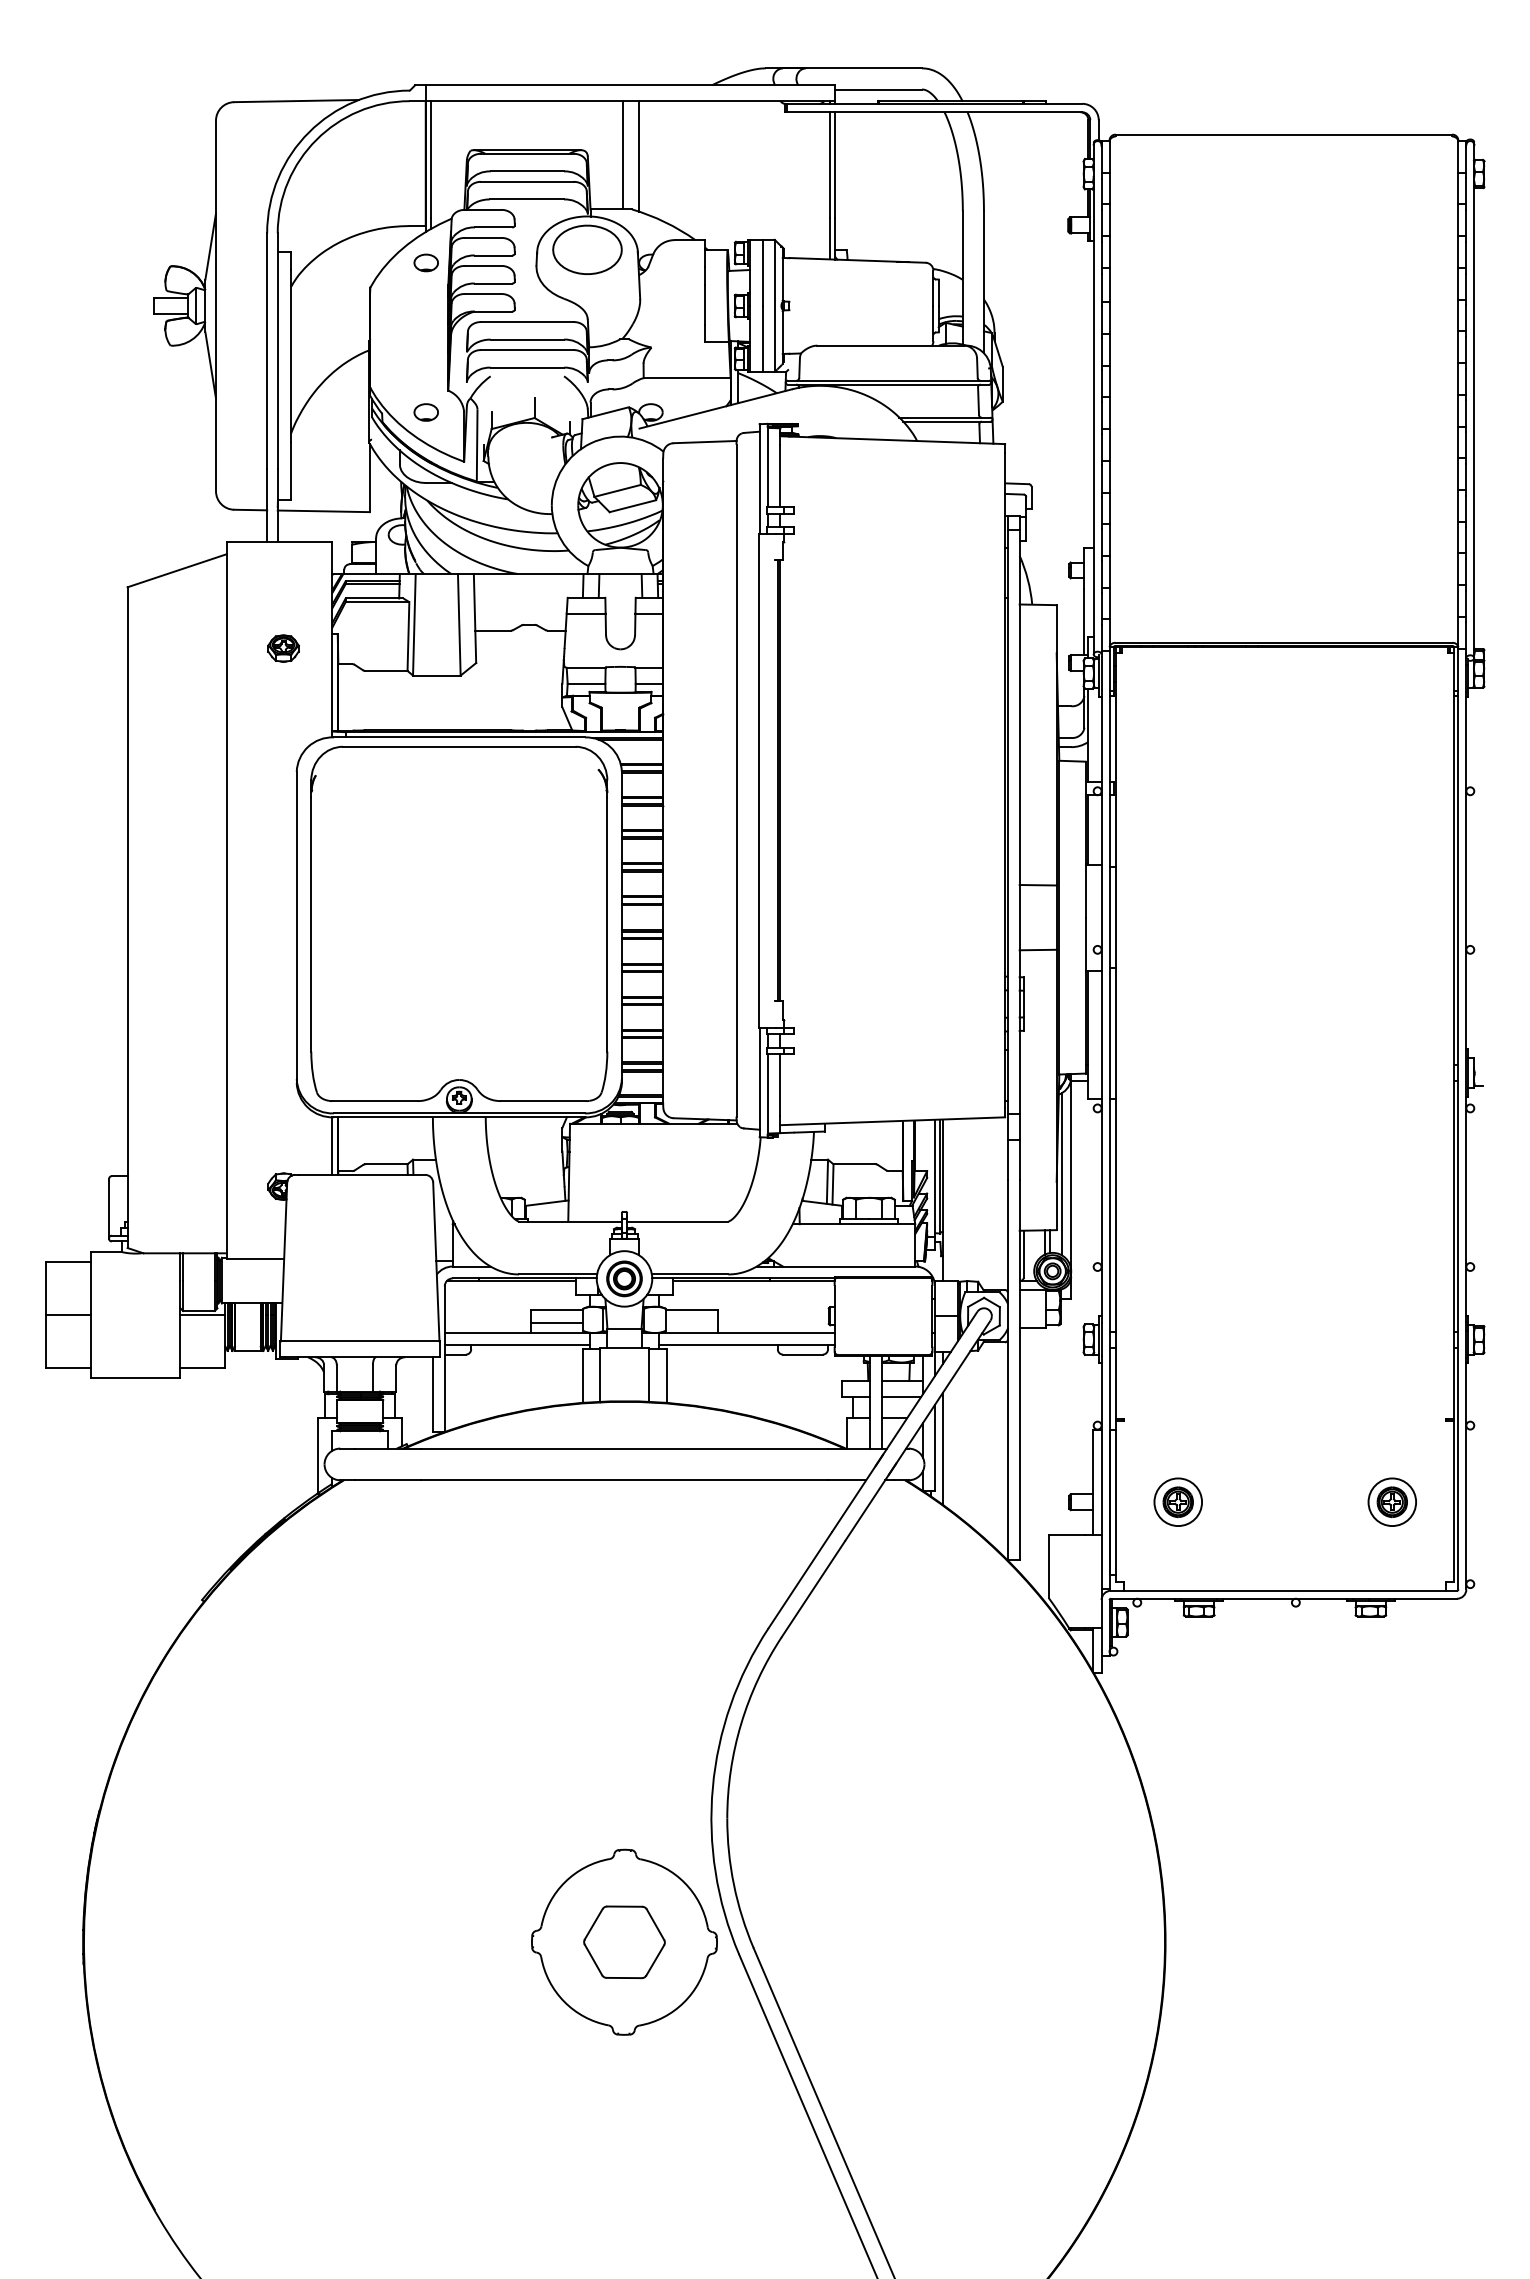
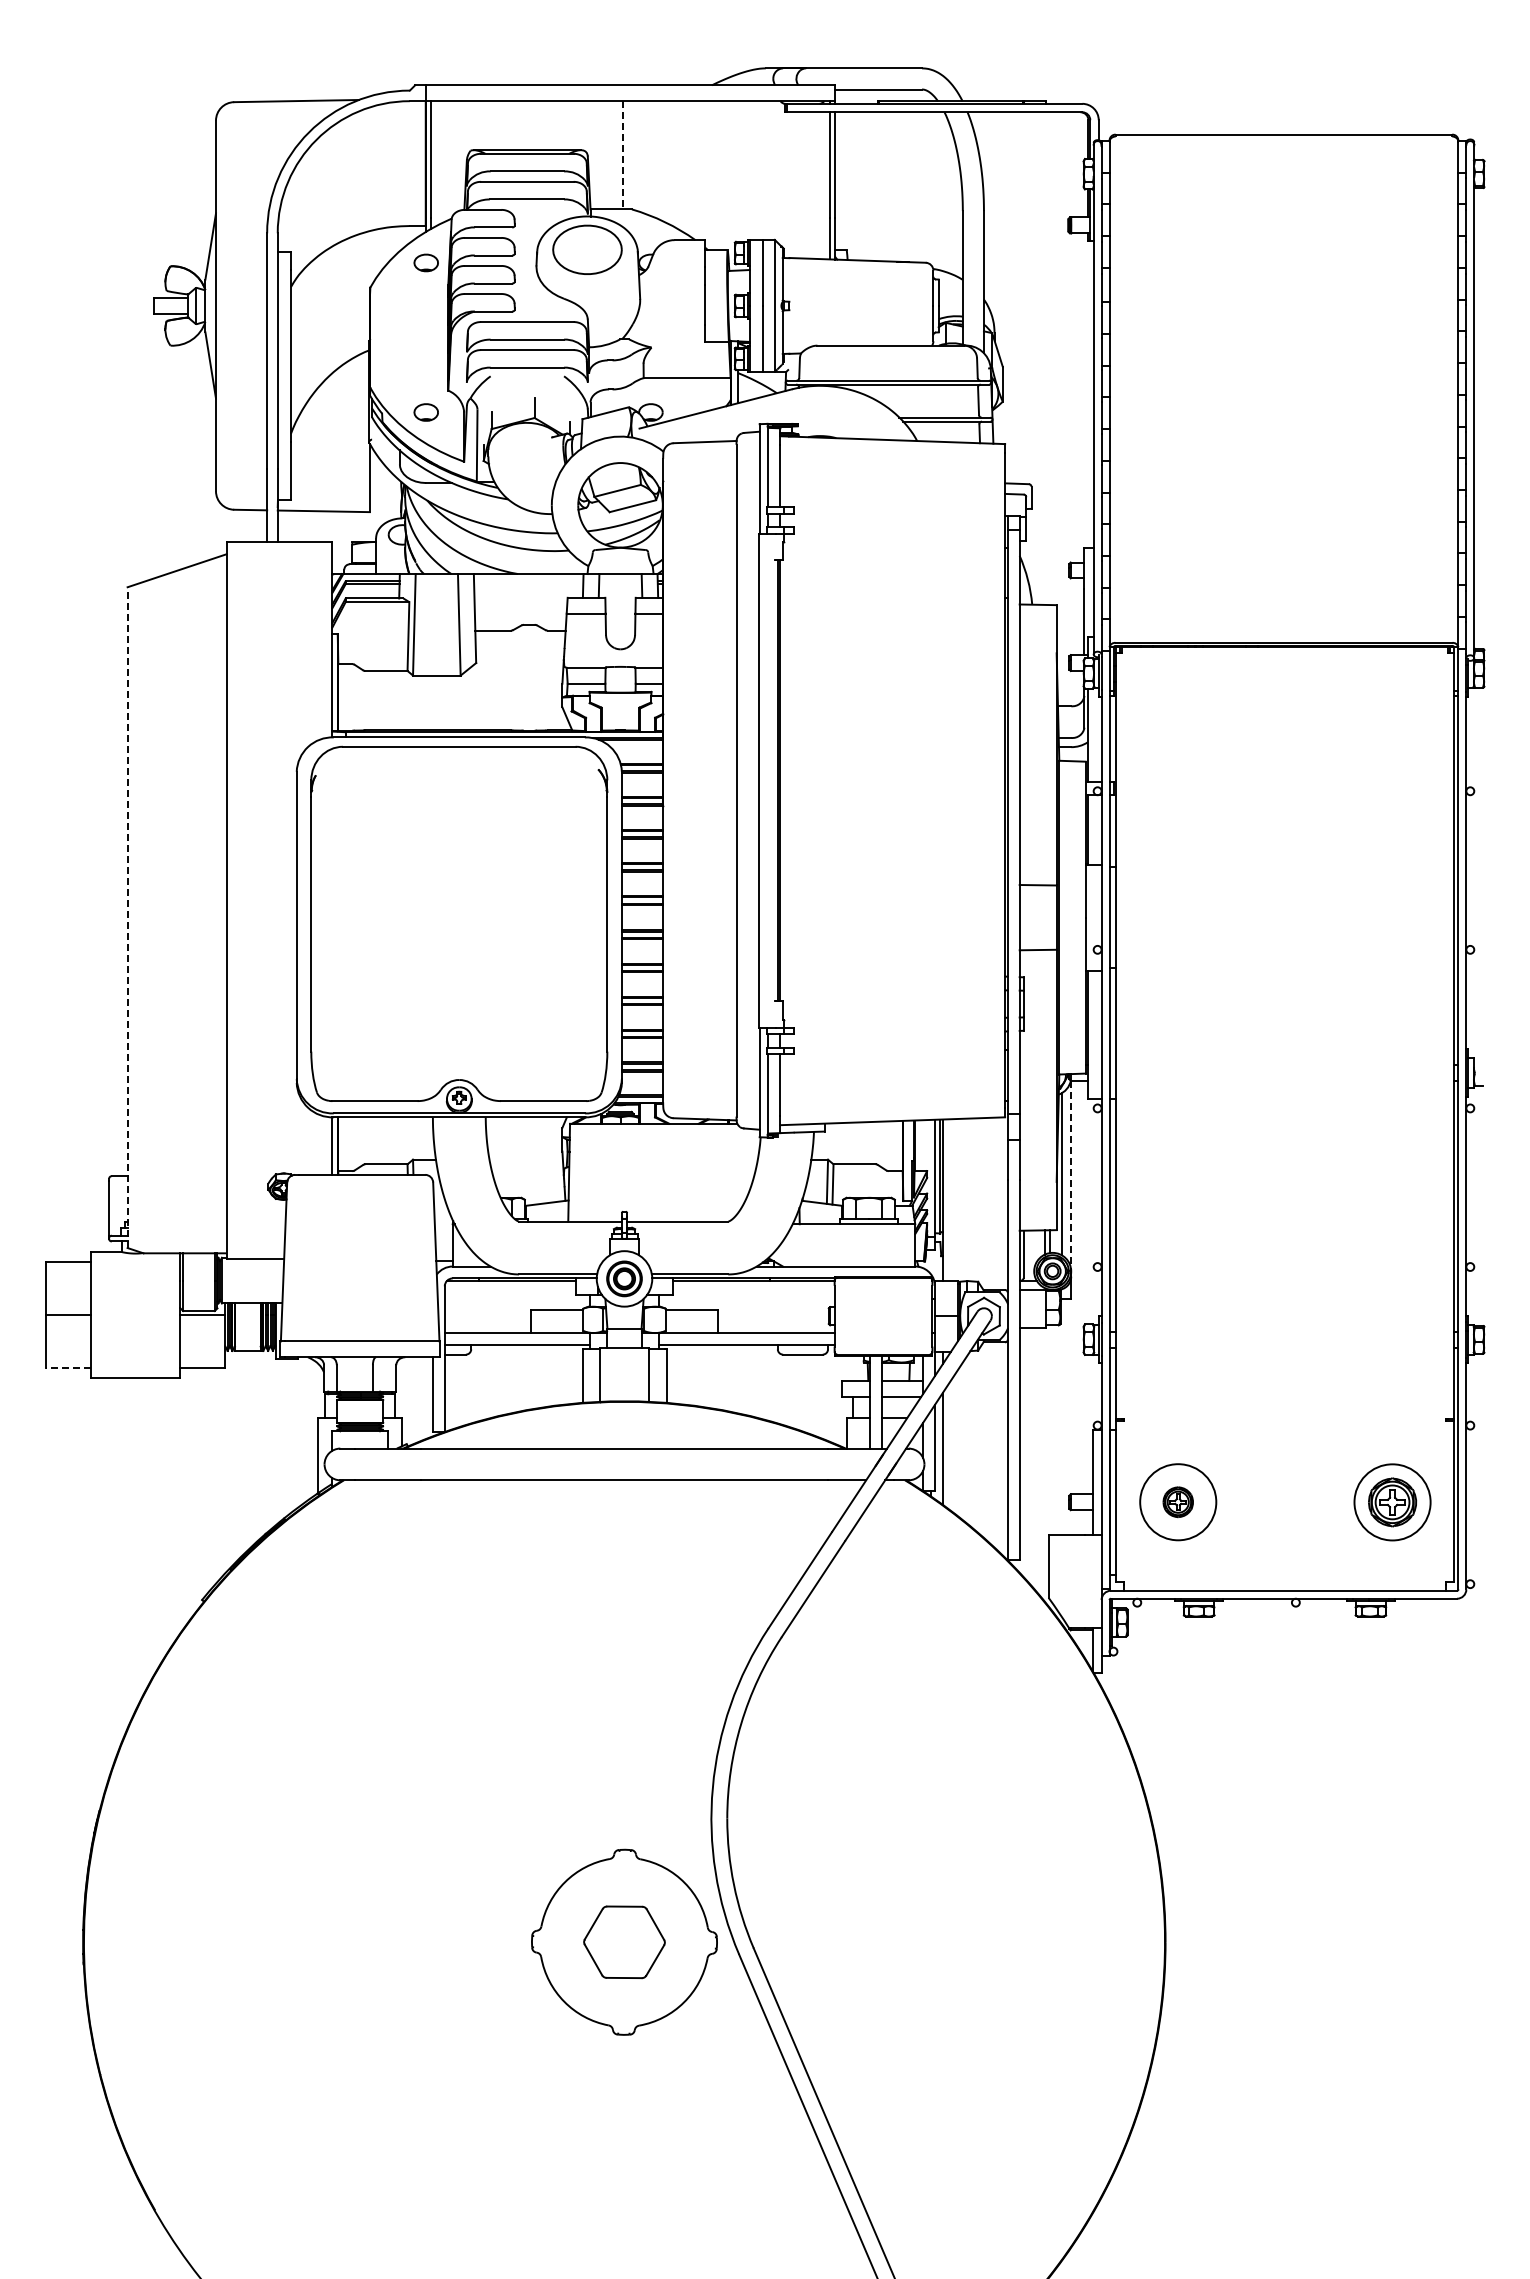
line at (622, 155): solid -> dashed
line at (638, 156): present -> none
part at (283, 648): present -> none
line at (127, 917): solid -> dashed
line at (1071, 1176): solid -> dashed
line at (556, 1322): present -> none
line at (67, 1367): solid -> dashed
part at (1391, 1501) size: 50x50 px -> 79x79 px
circle at (1178, 1502) diameter: 48 px -> 76 px
